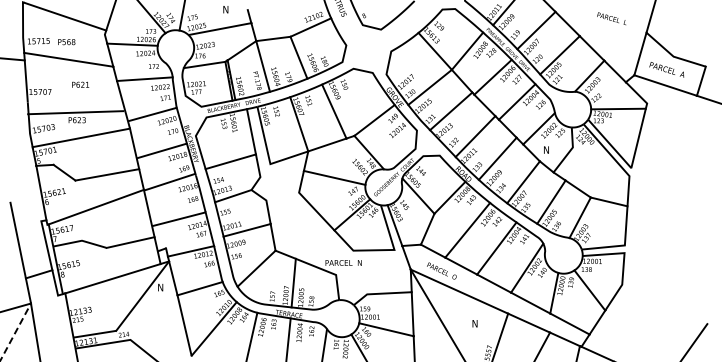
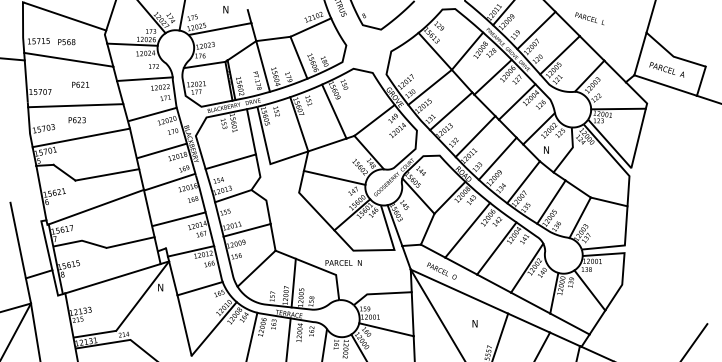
text at (611, 18) position: (611, 18) -> (589, 18)
line at (75, 112) position: (75, 112) -> (75, 105)
line at (15, 331): dashed -> solid
